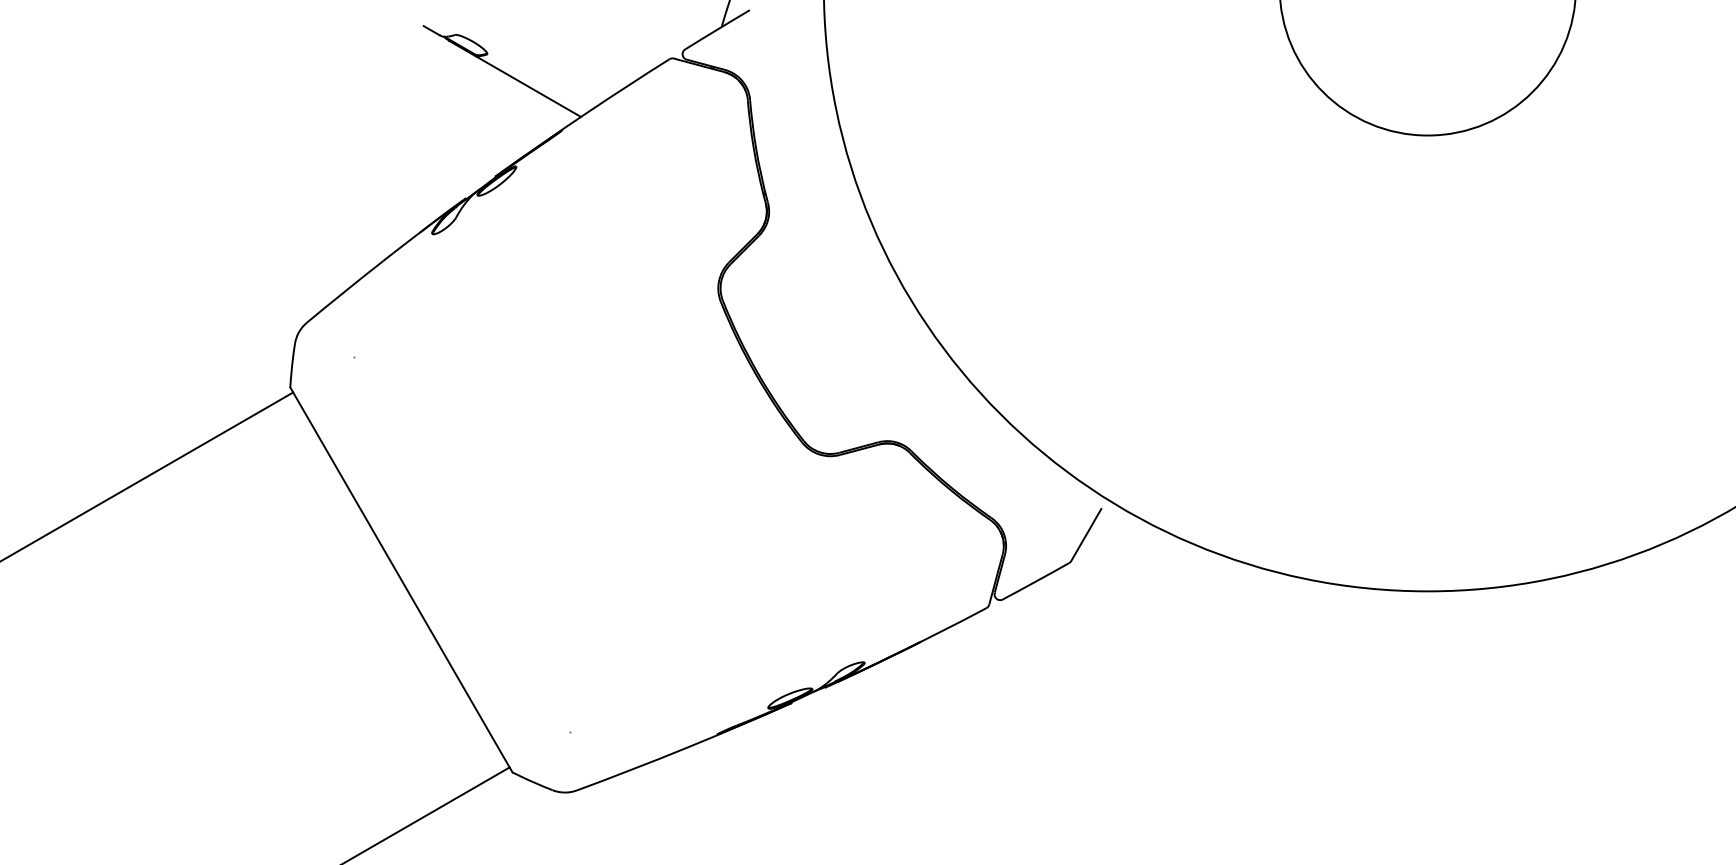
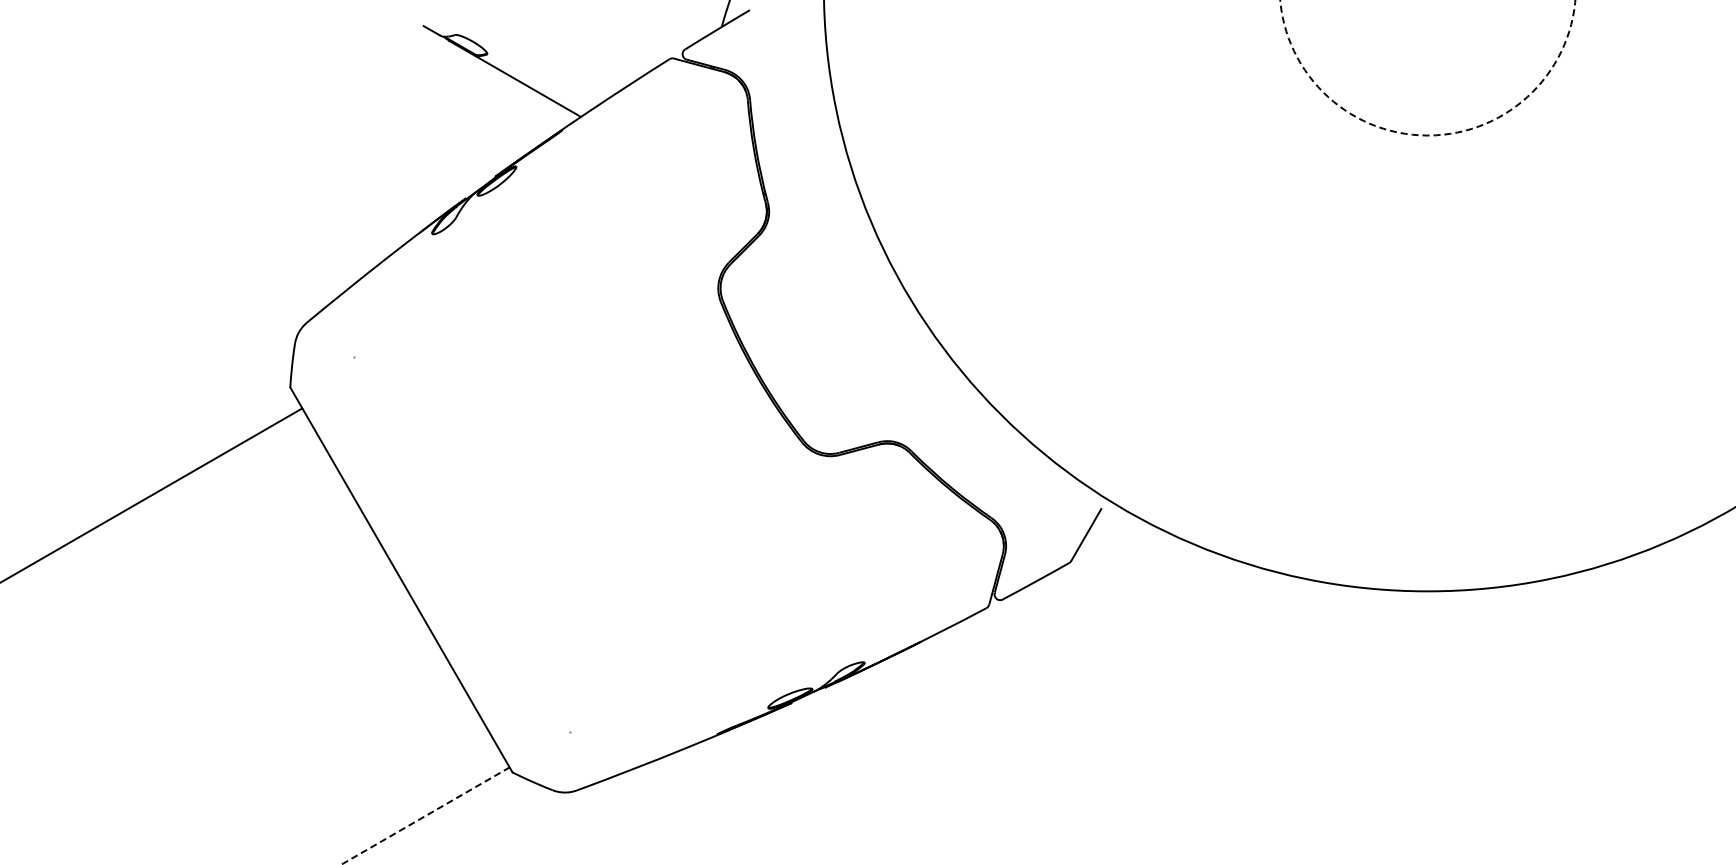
circle at (1427, 67): solid -> dashed
line at (147, 476) position: (147, 476) -> (152, 494)
line at (425, 815): solid -> dashed
